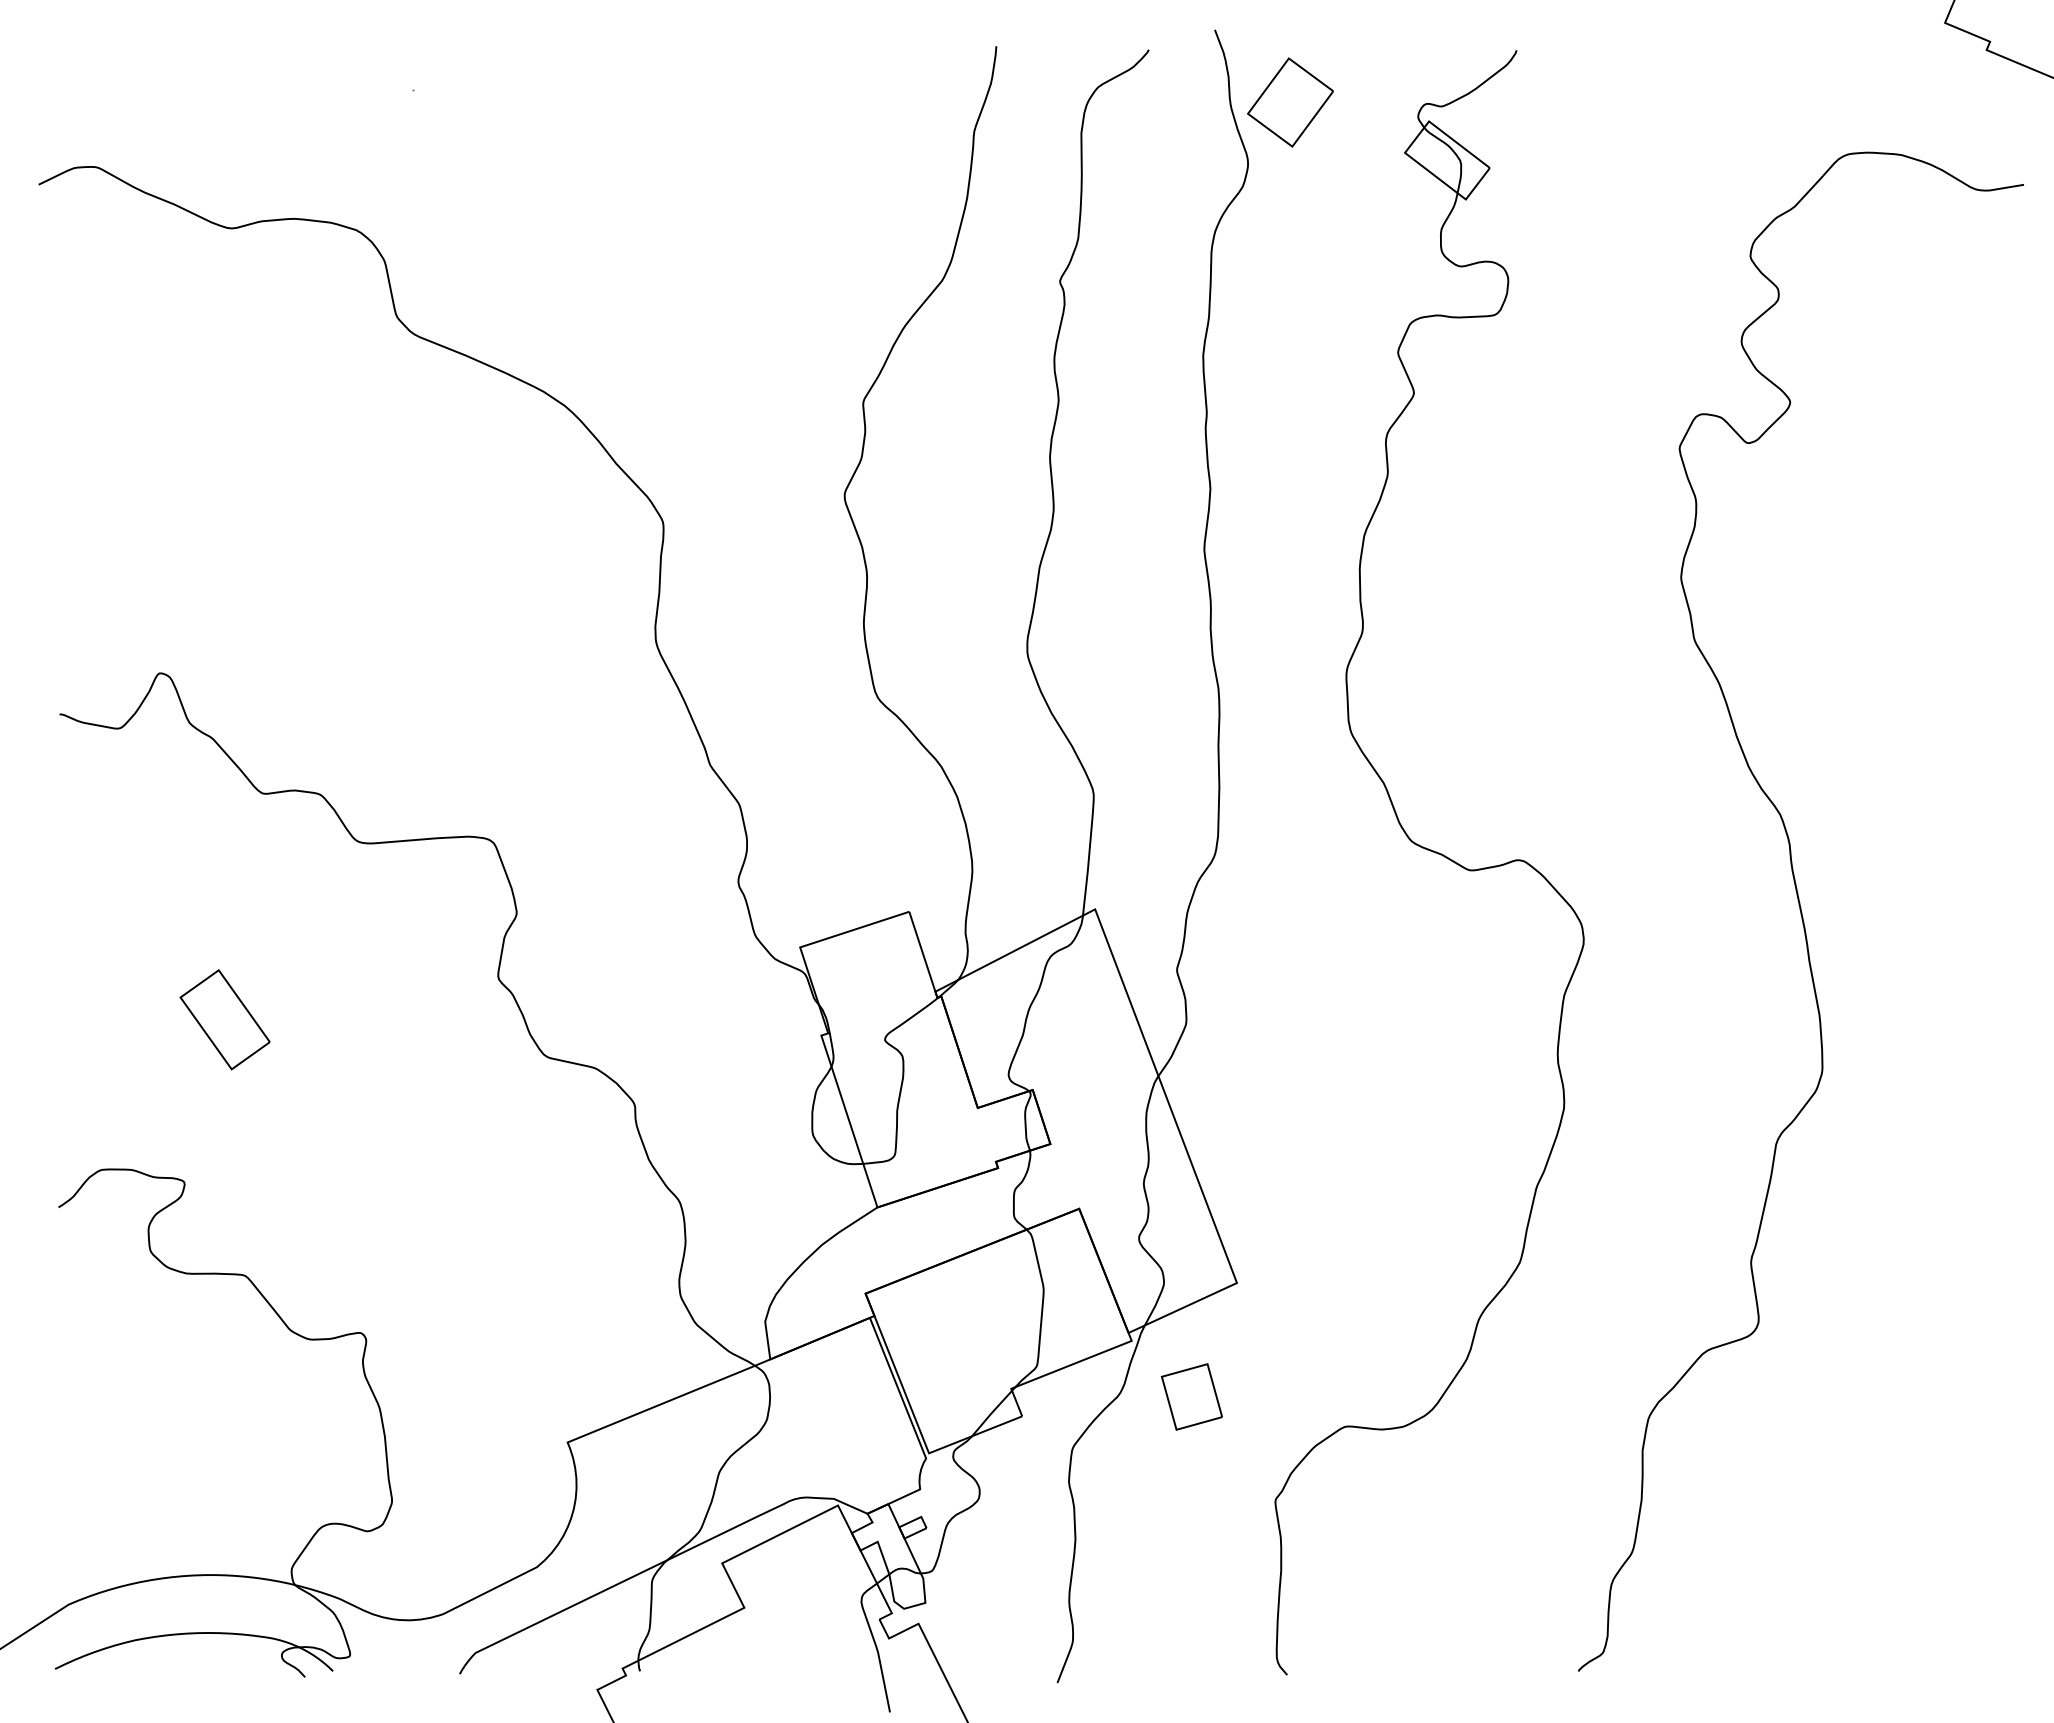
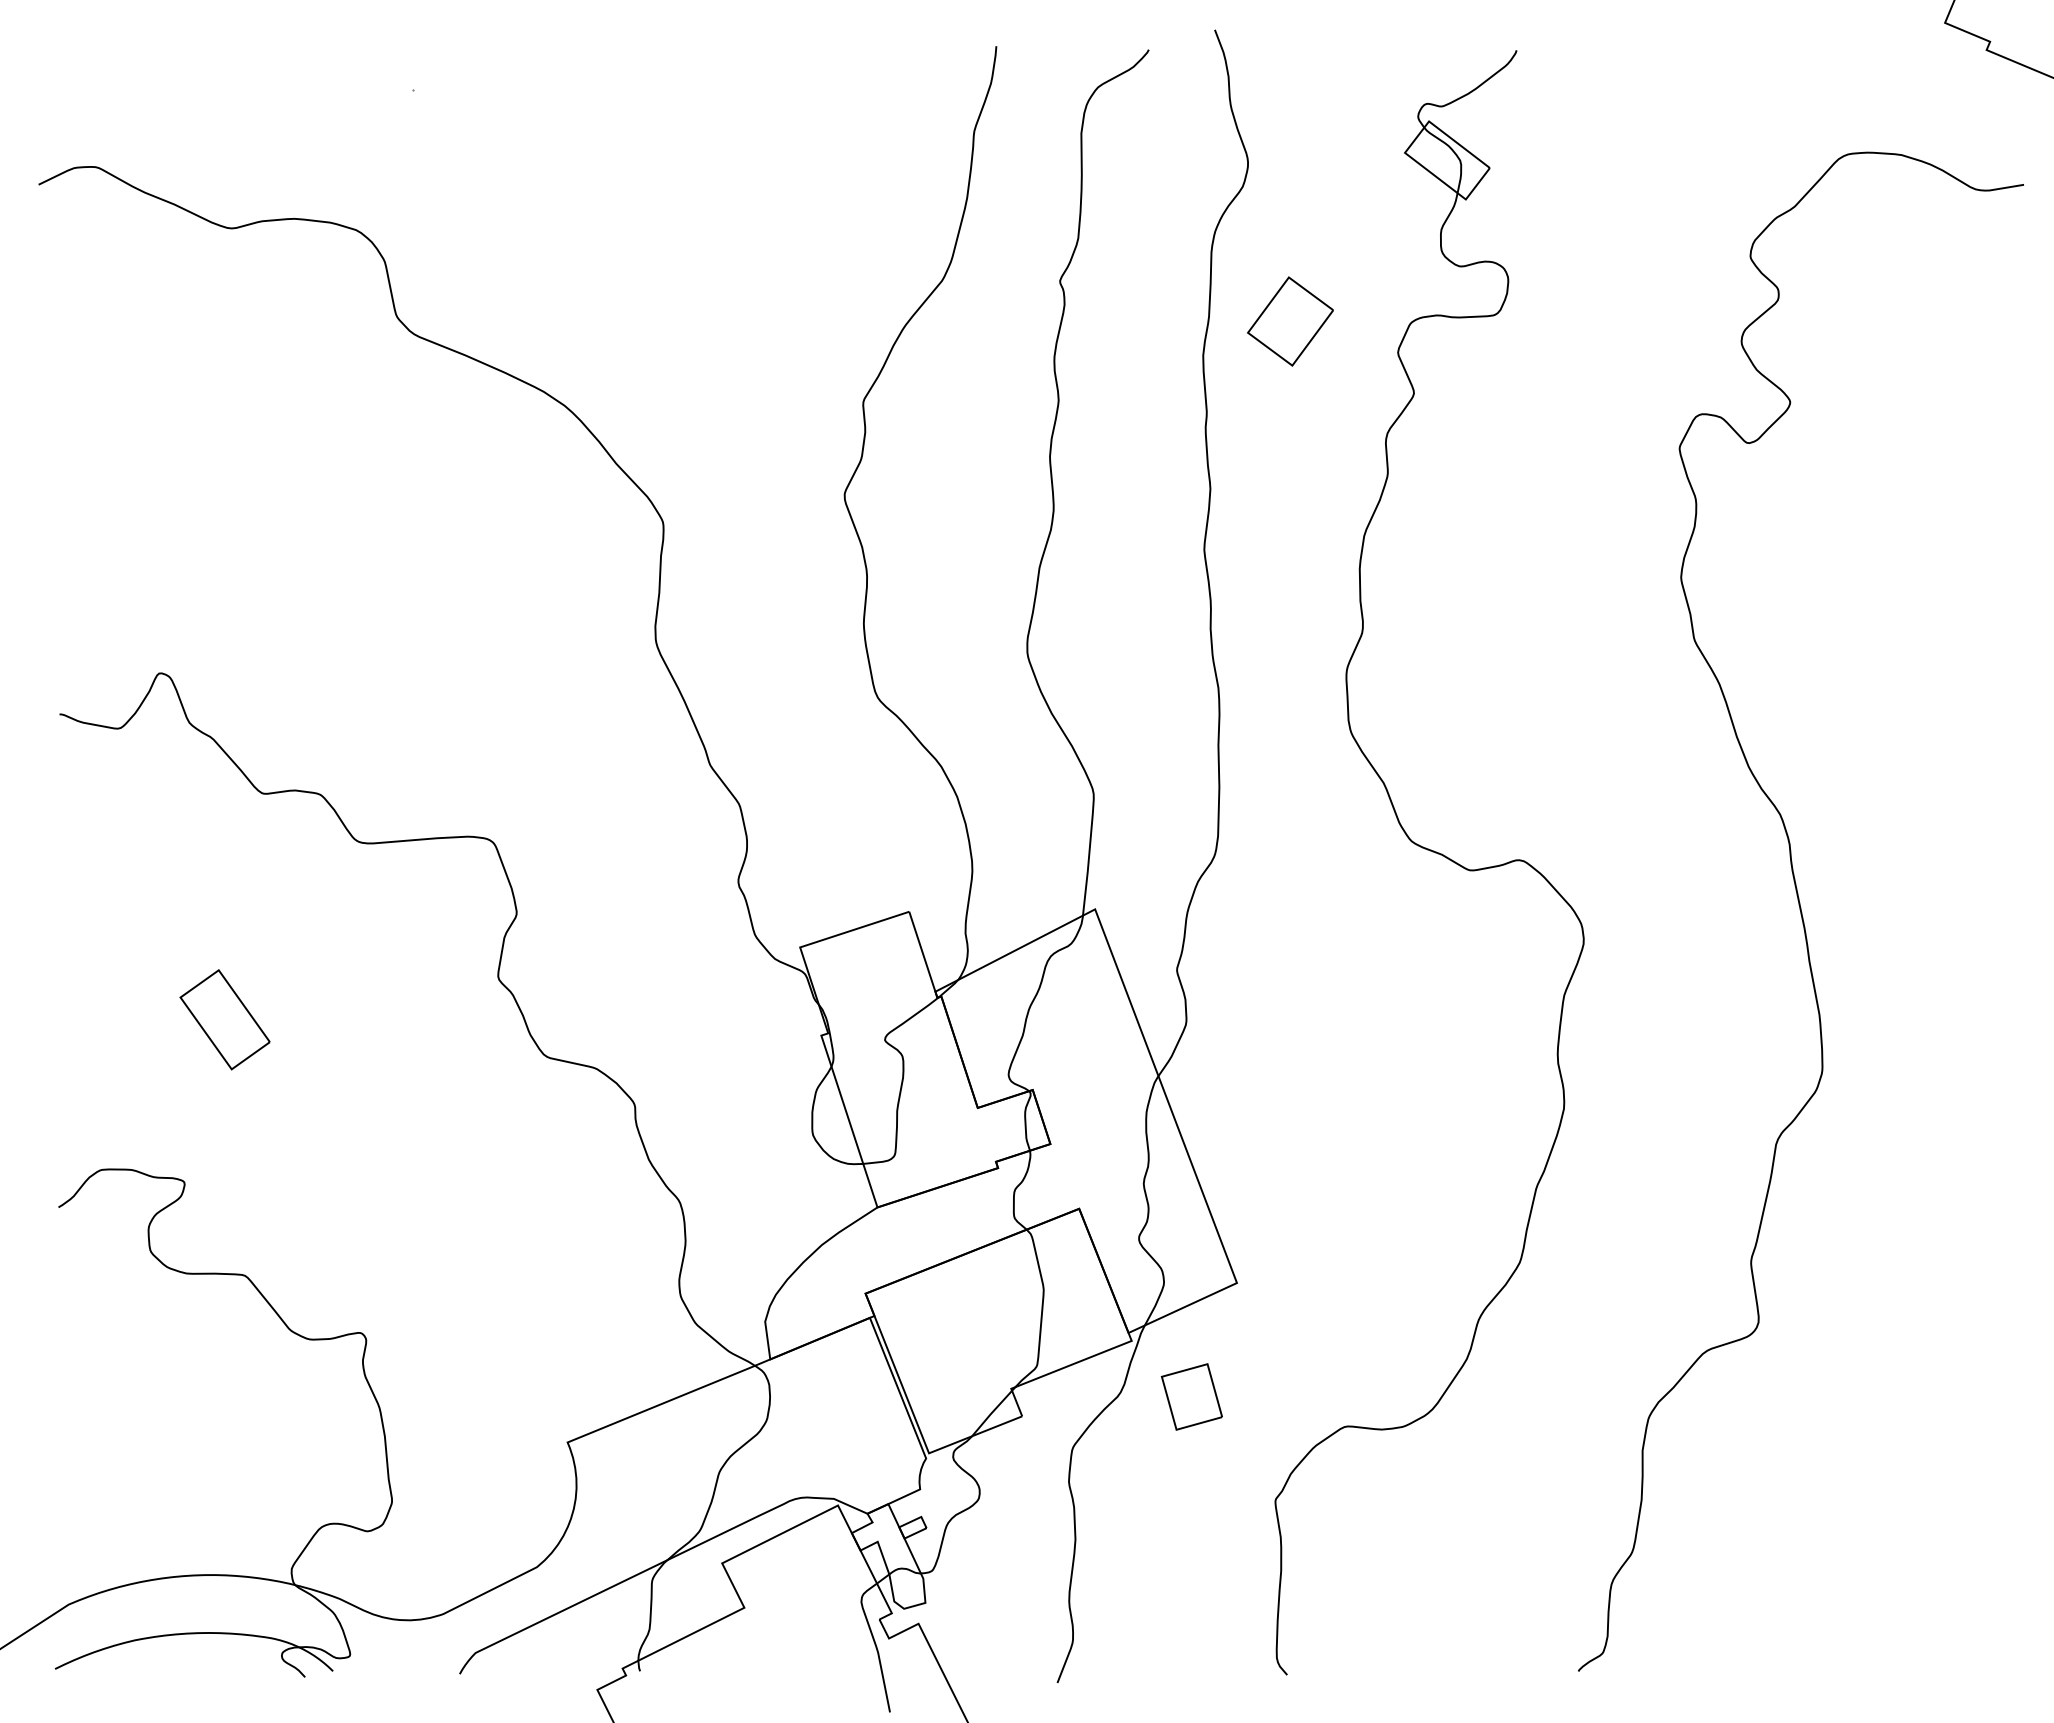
part at (1290, 102) position: (1290, 102) -> (1290, 321)
